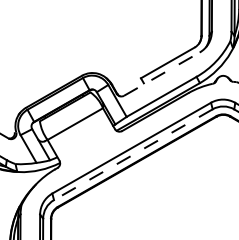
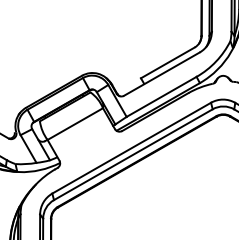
line at (161, 74): dashed -> solid
line at (132, 154): dashed -> solid
